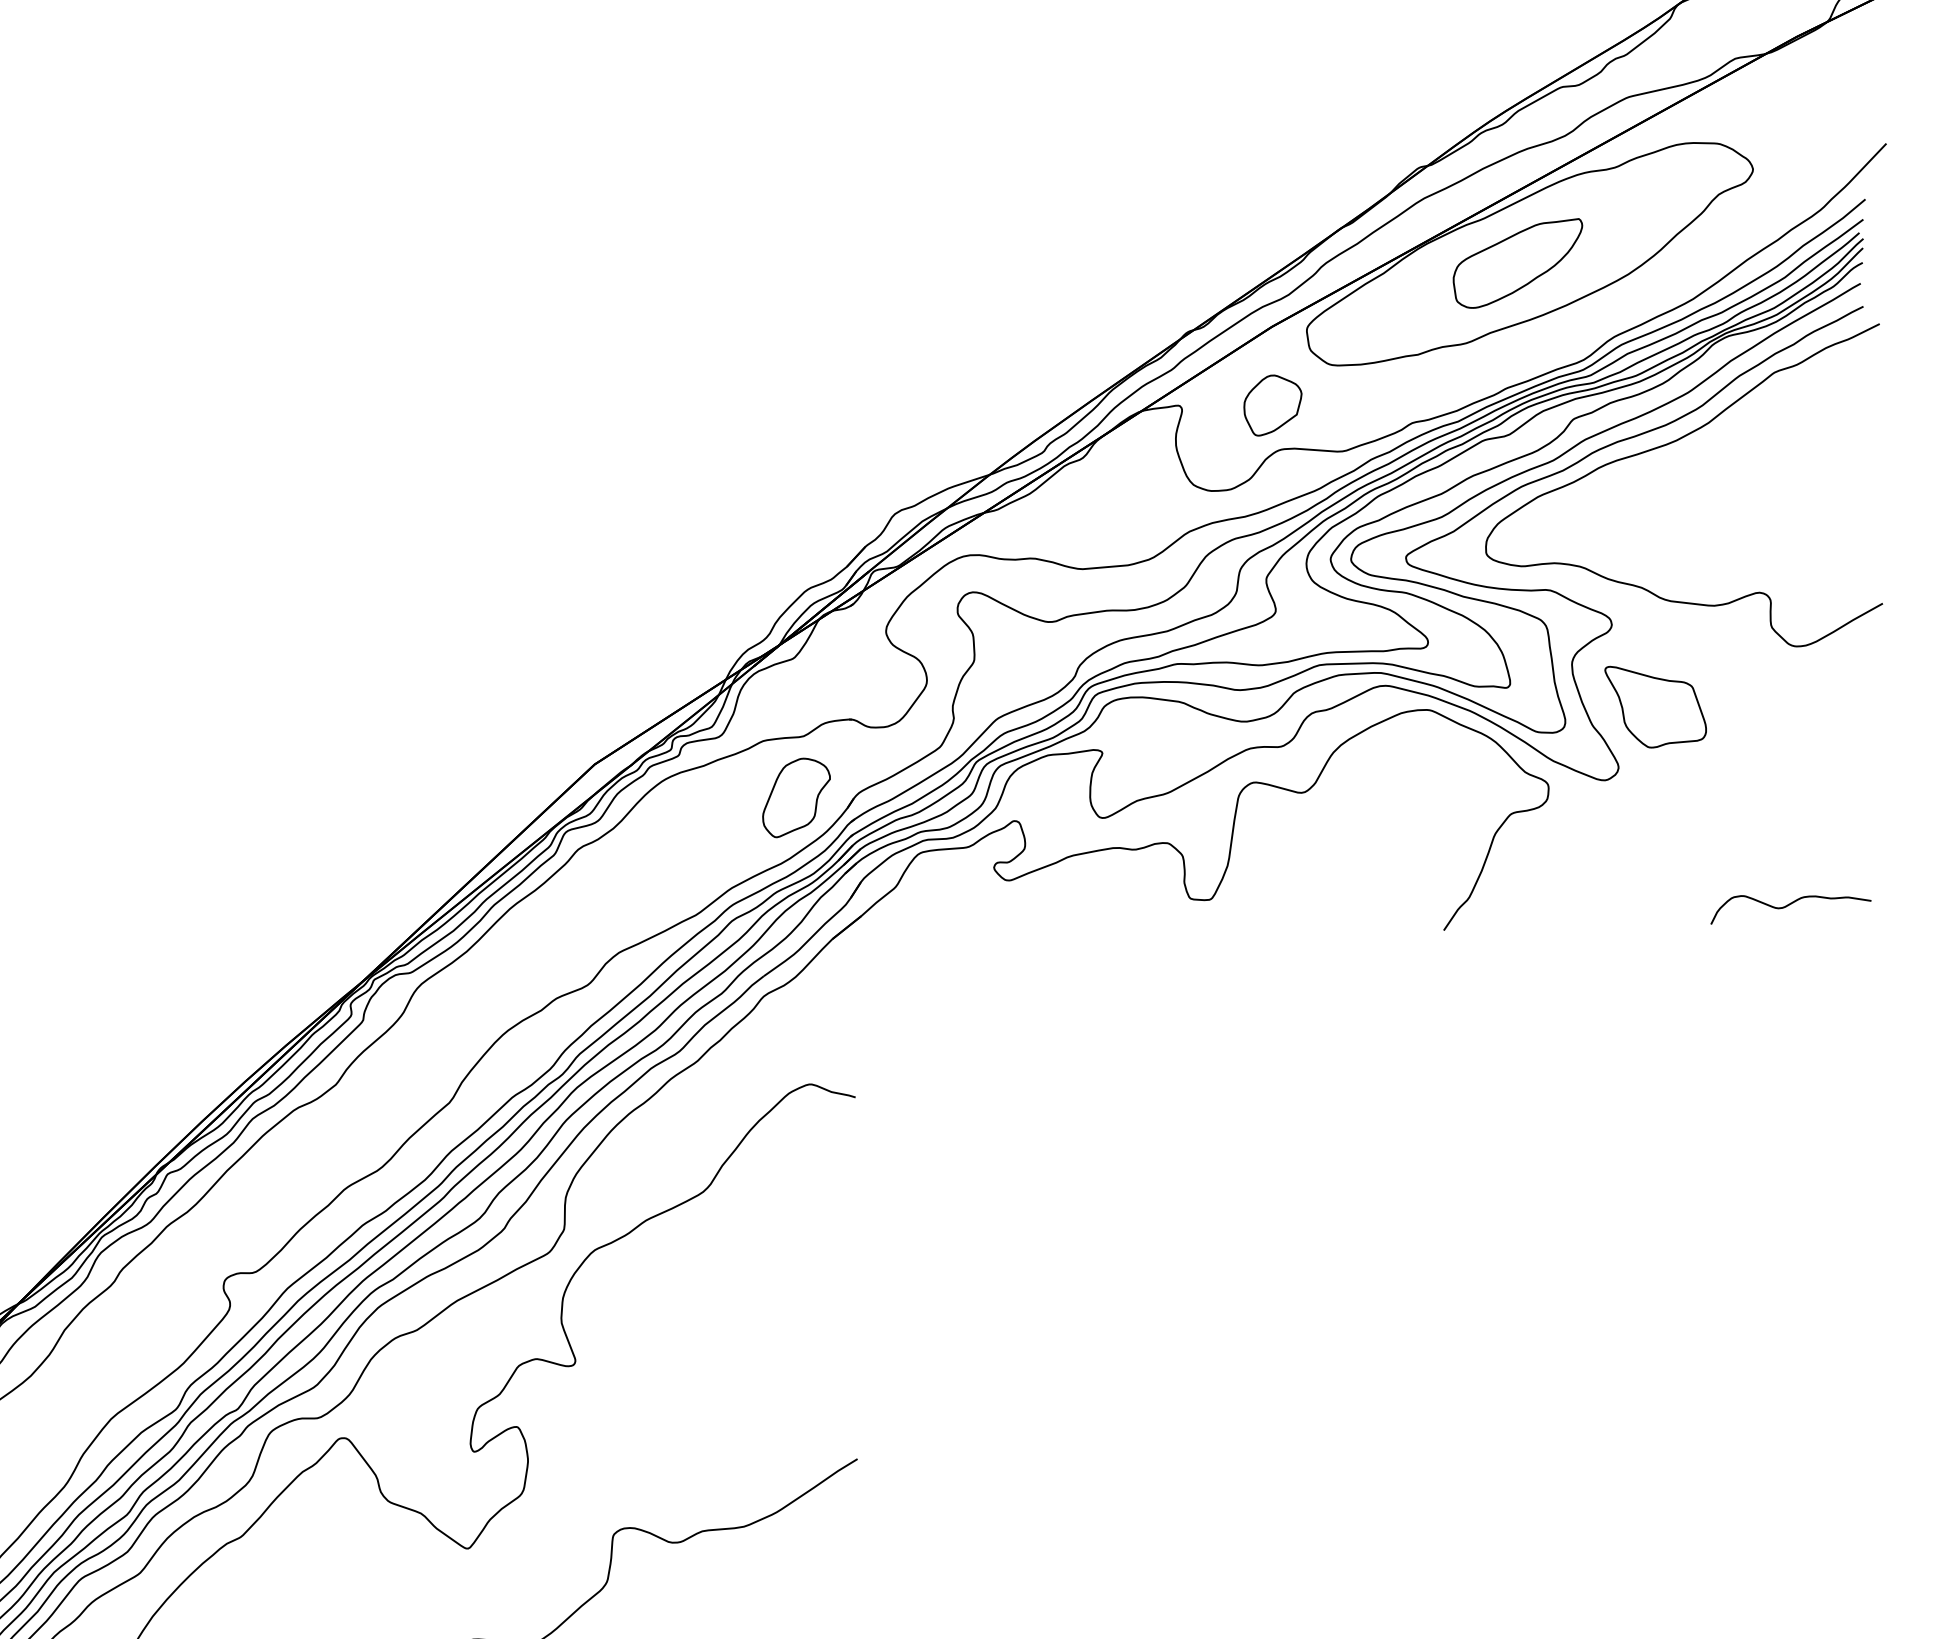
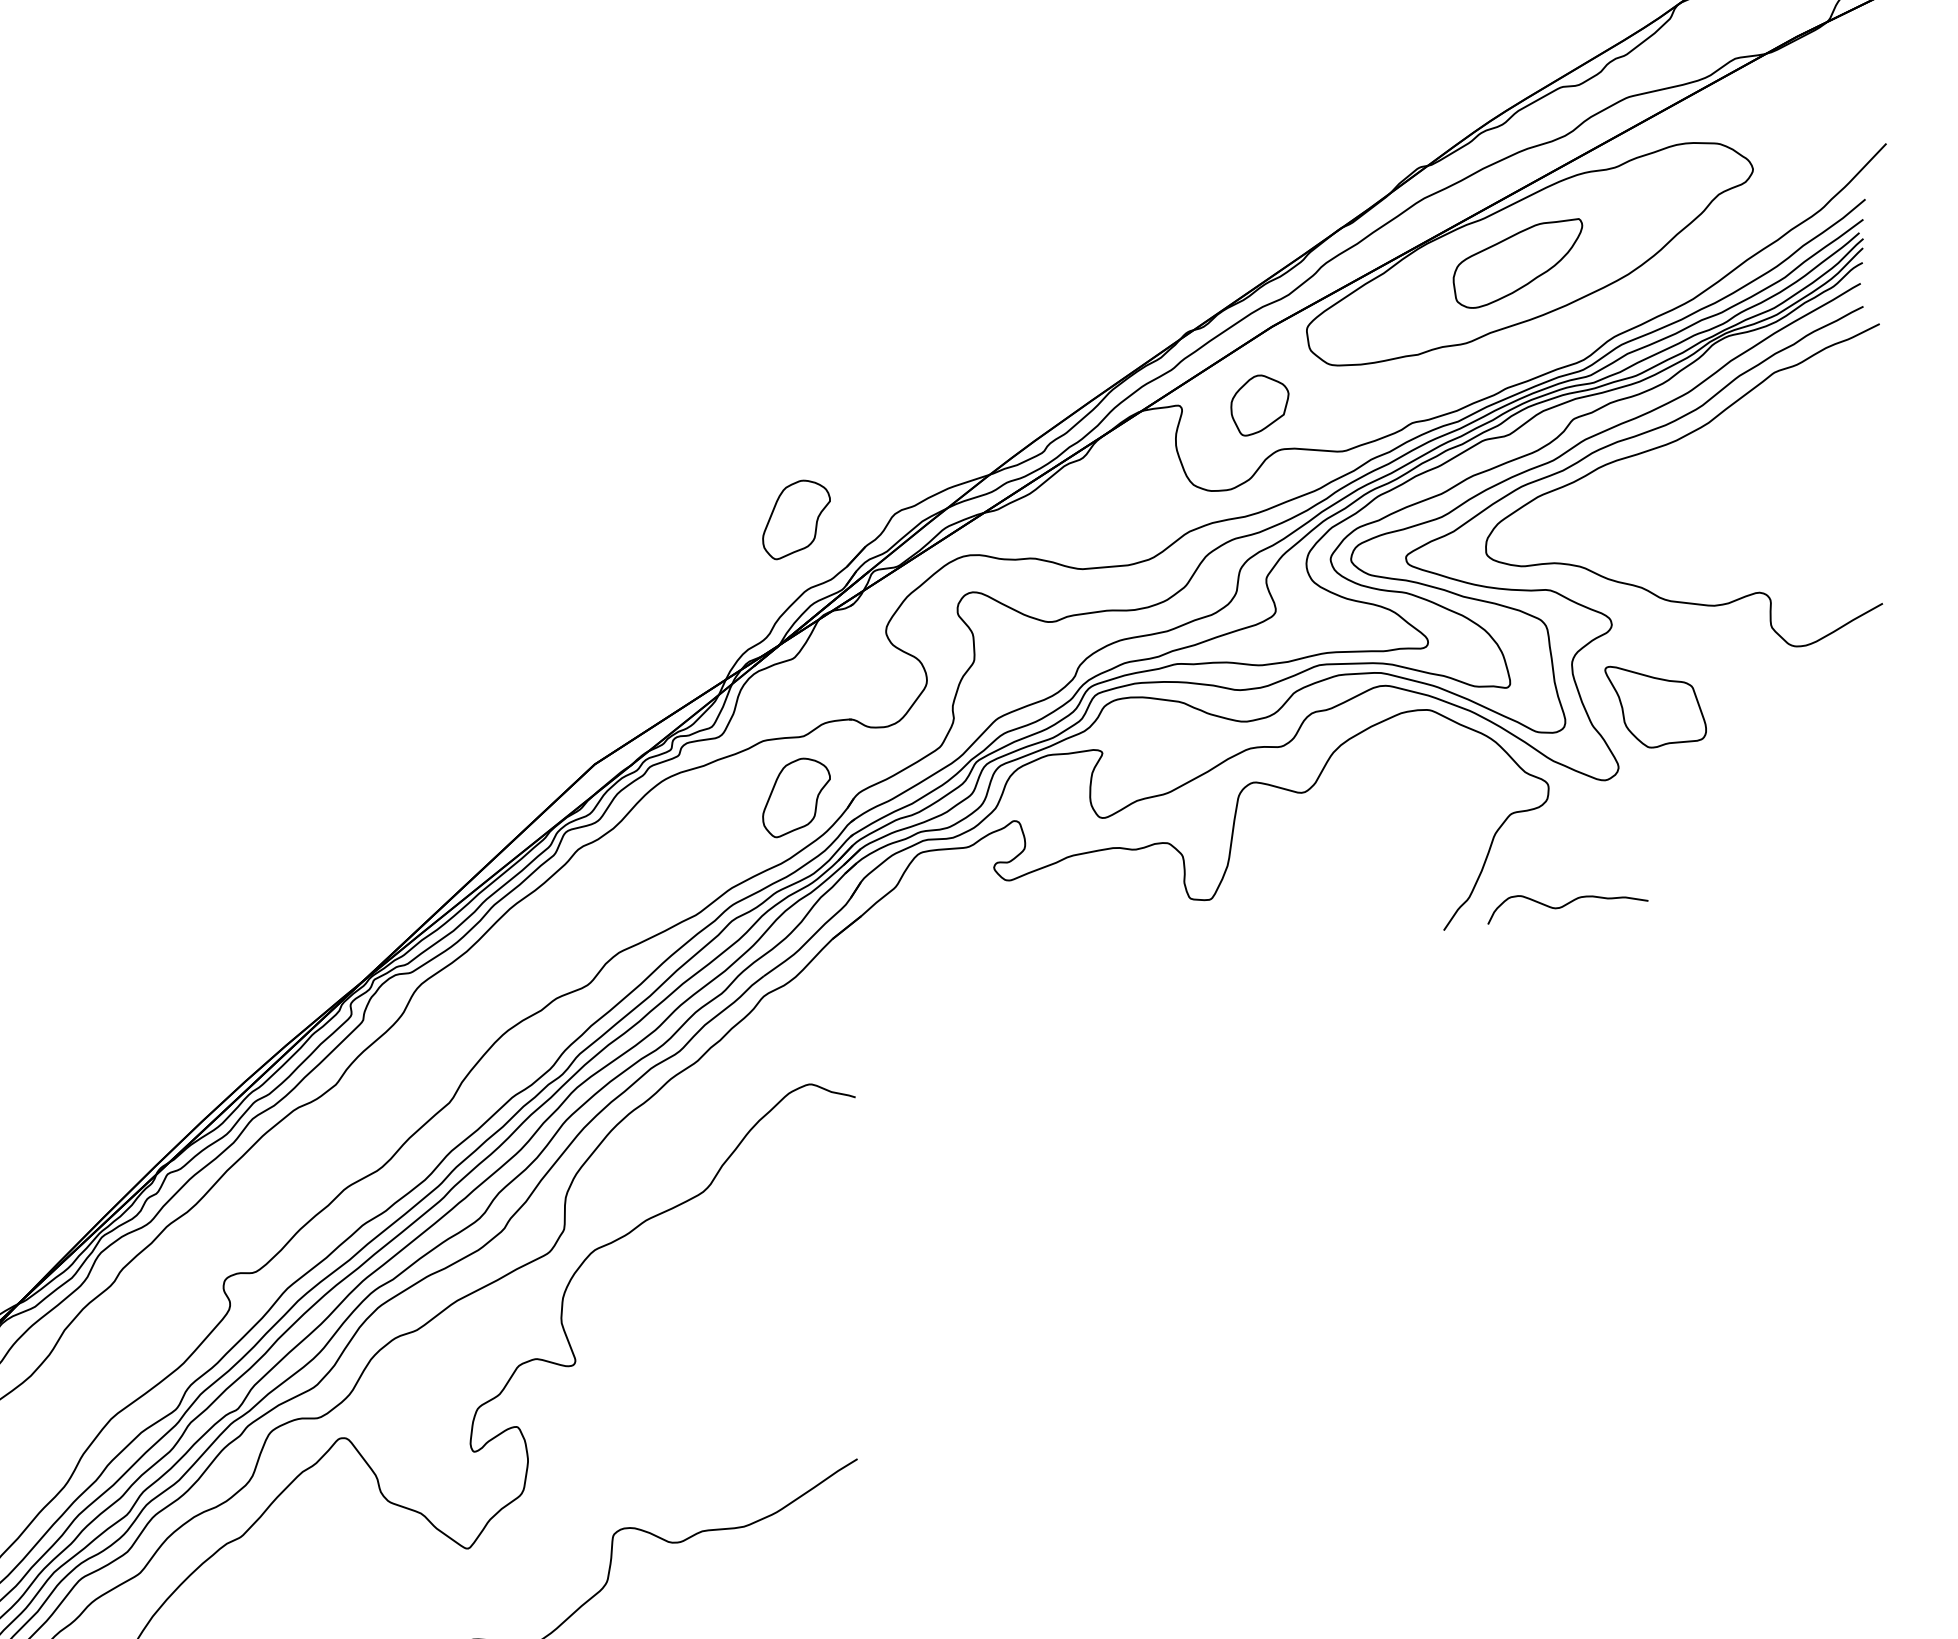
part at (1272, 405) position: (1272, 405) -> (1259, 405)
part at (796, 519): none -> present
curve at (1788, 906) position: (1788, 906) -> (1565, 906)
